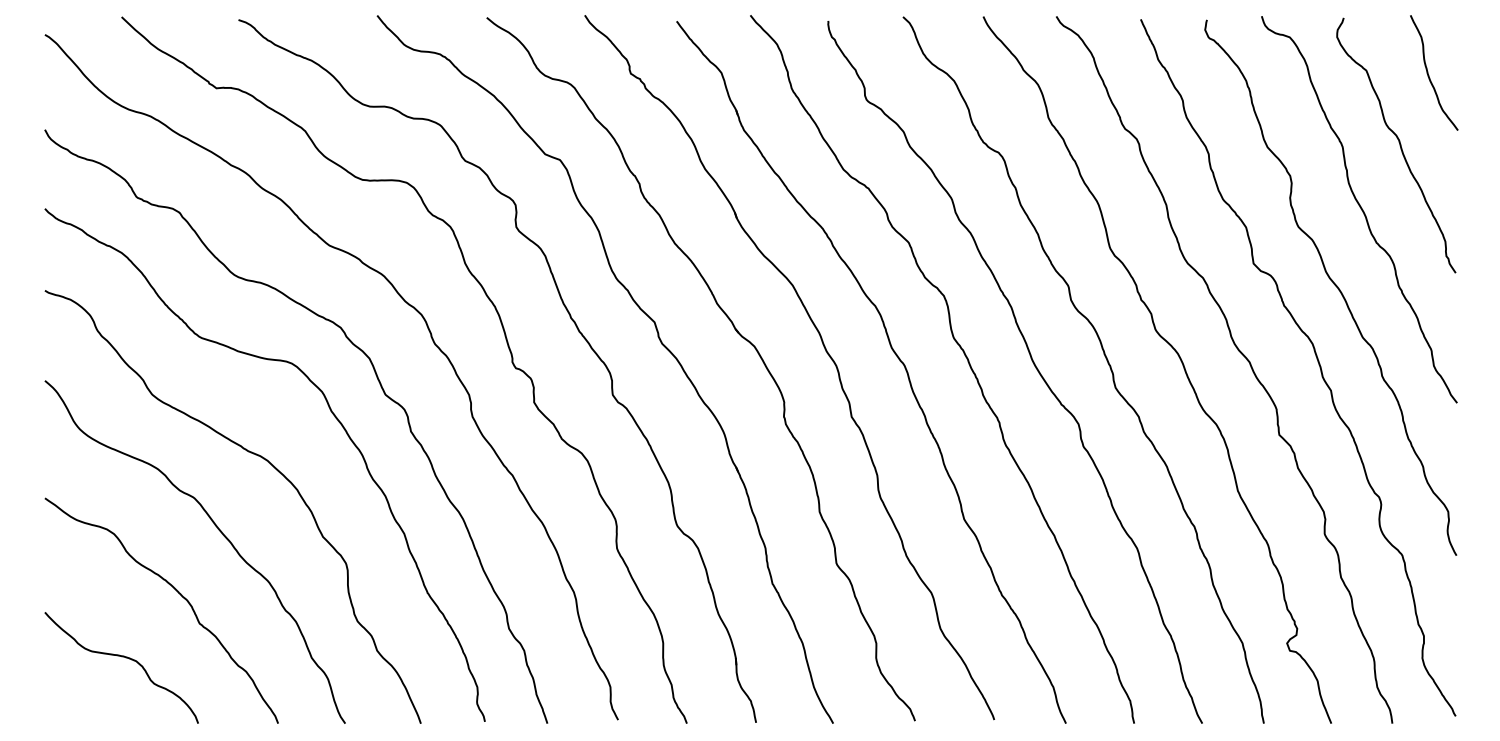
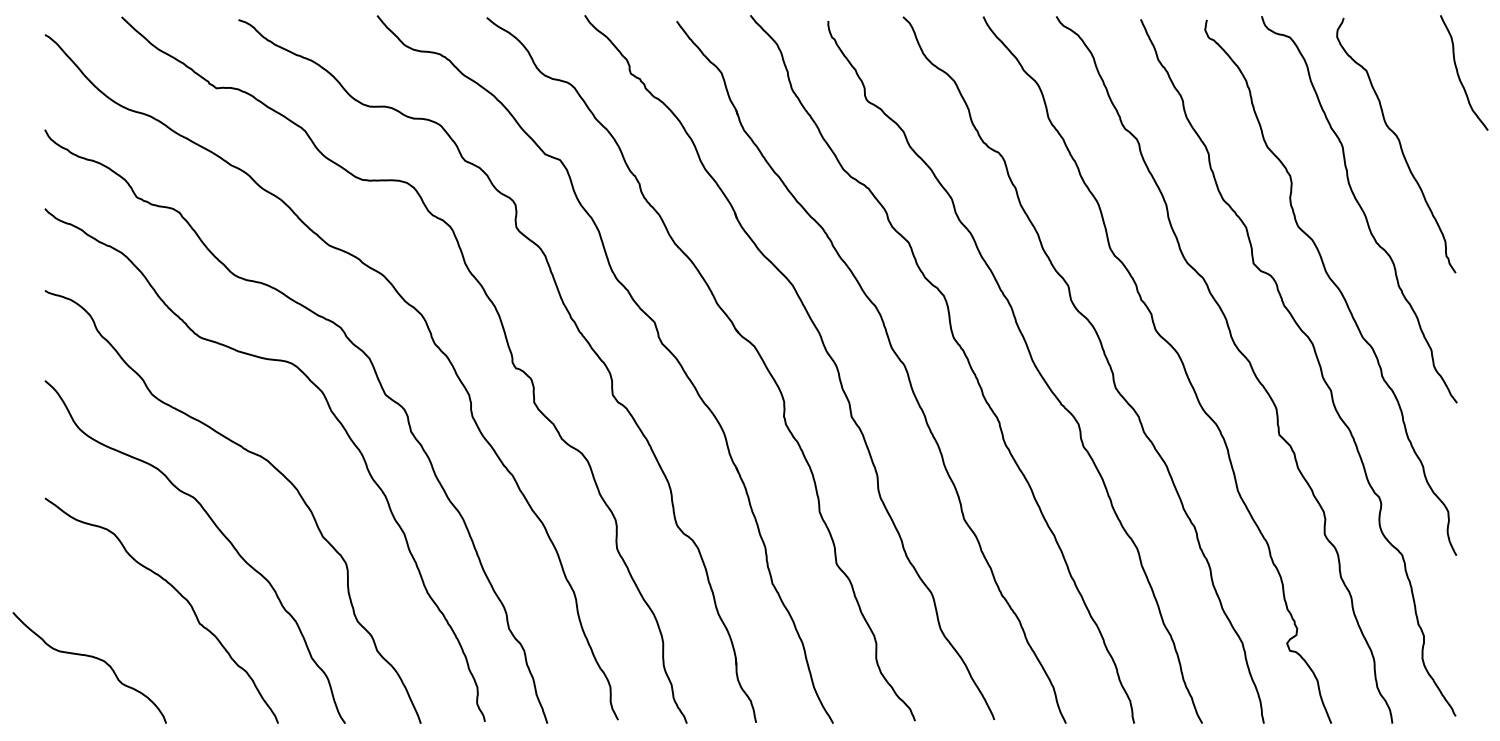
curve at (1429, 75) position: (1429, 75) -> (1459, 75)
curve at (125, 658) position: (125, 658) -> (93, 658)
